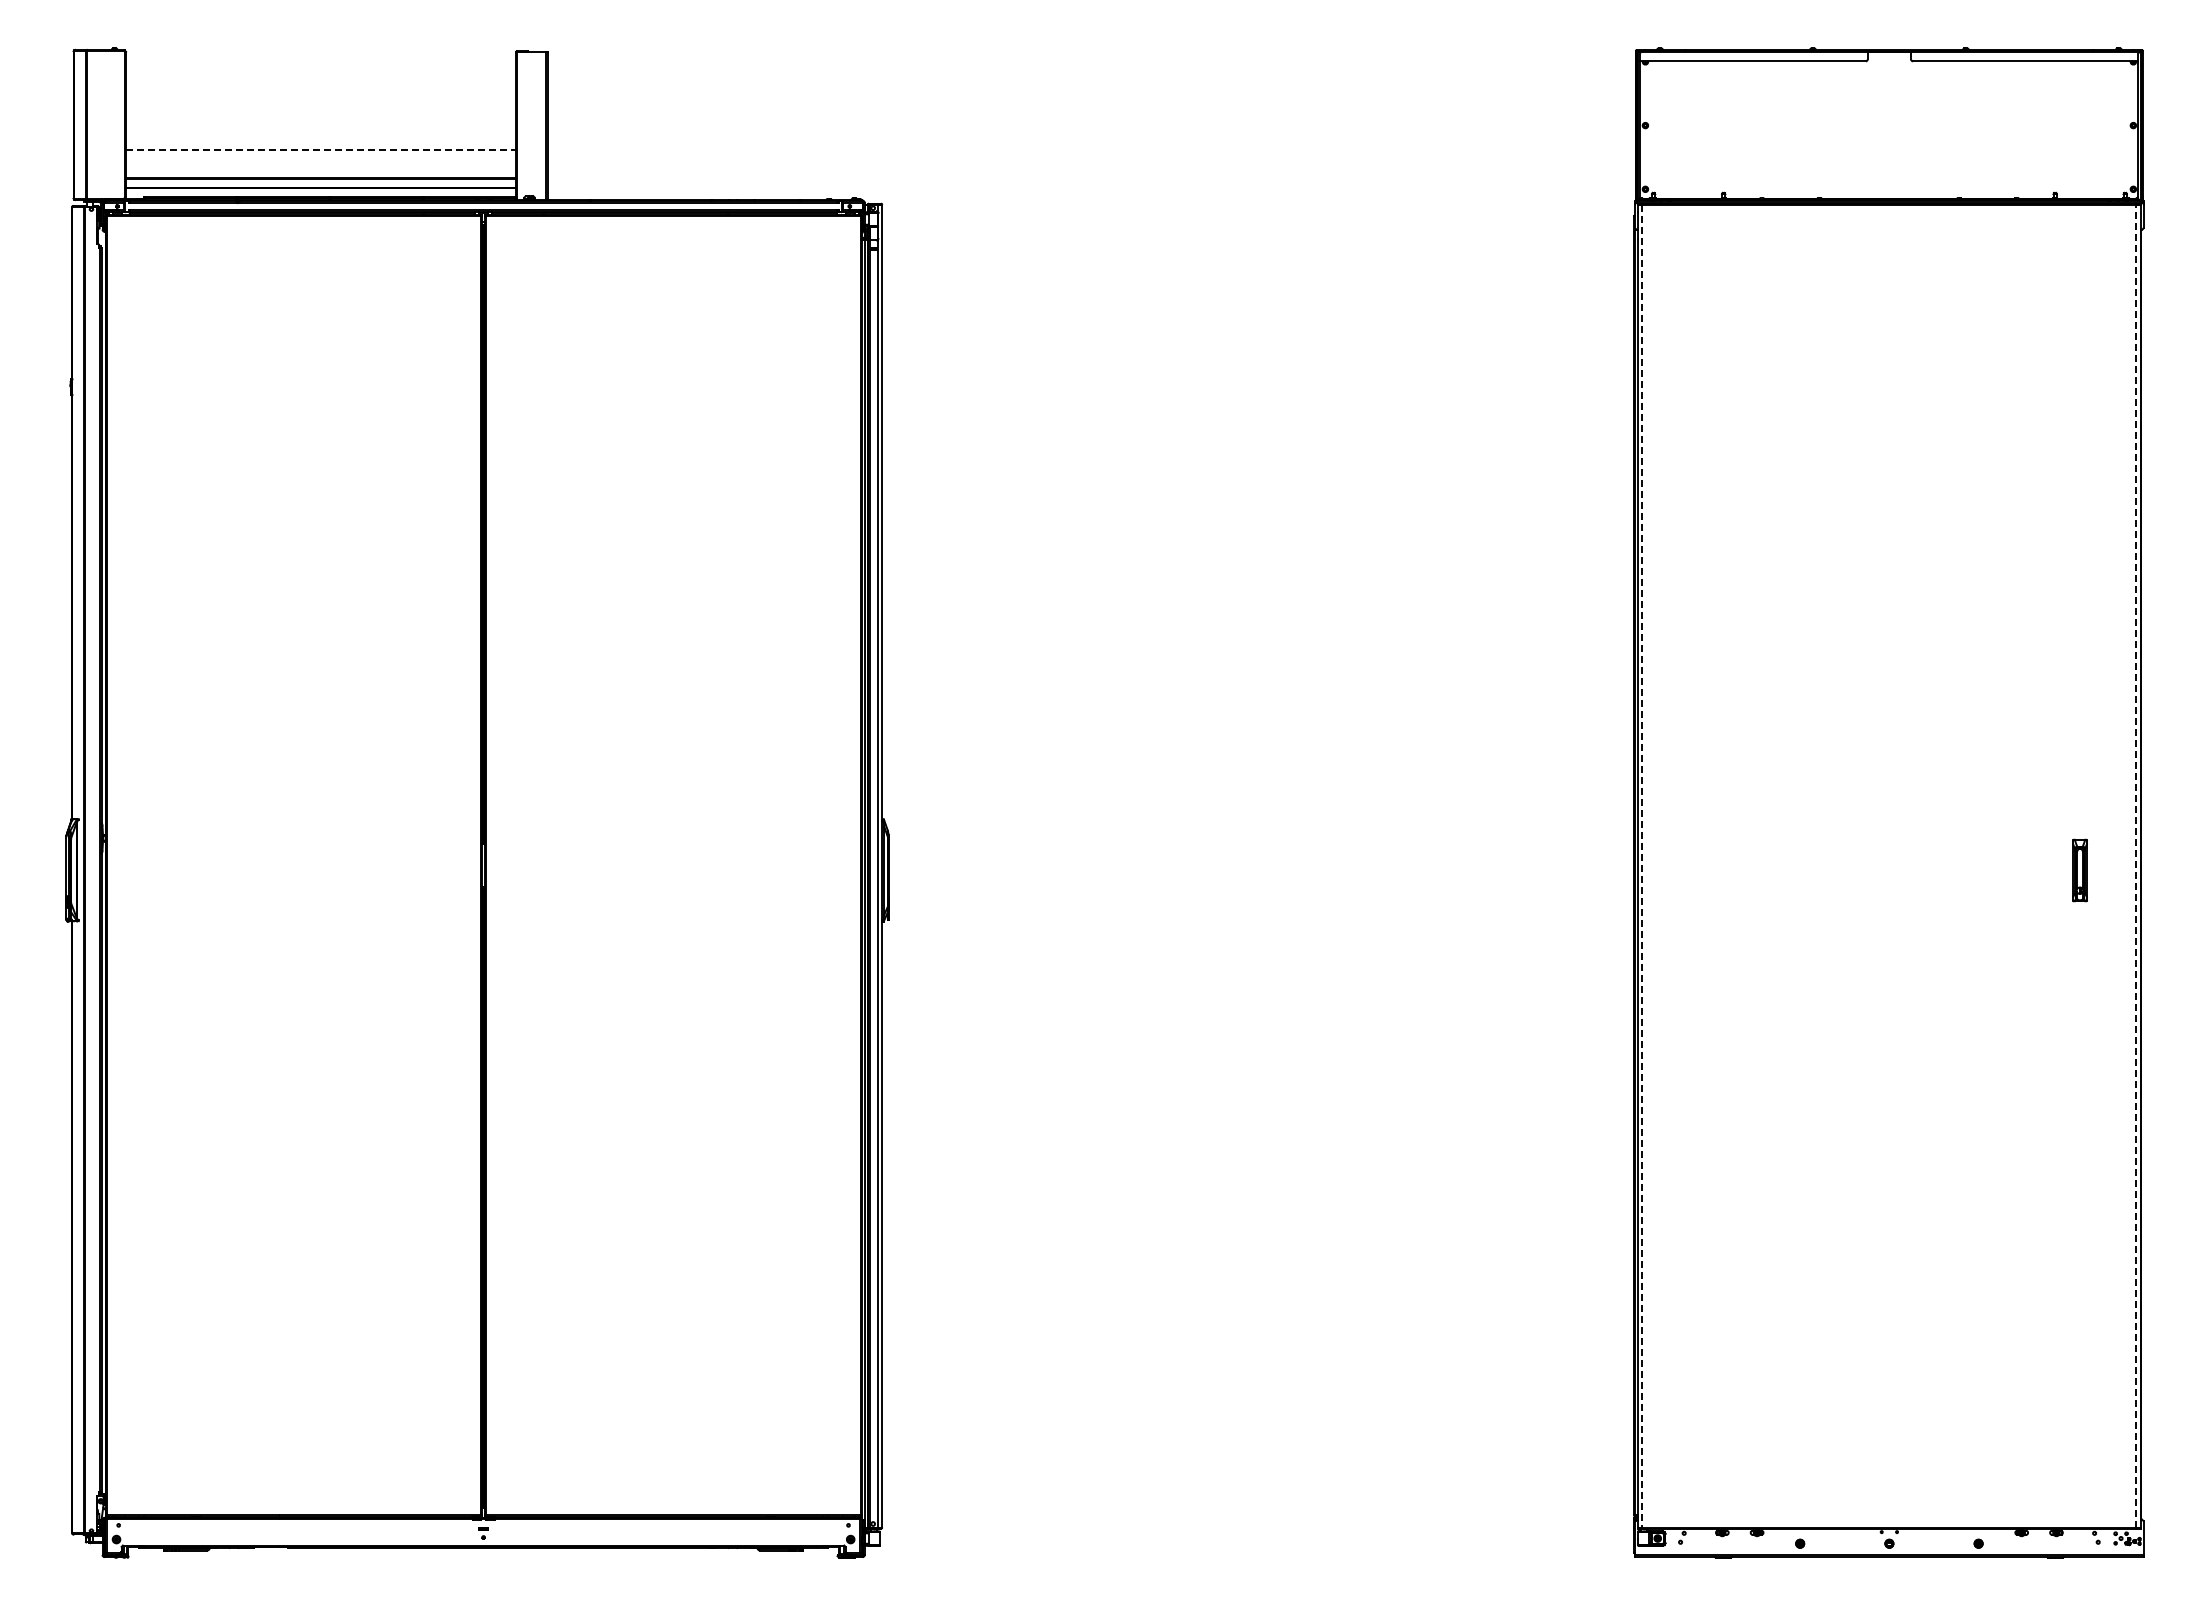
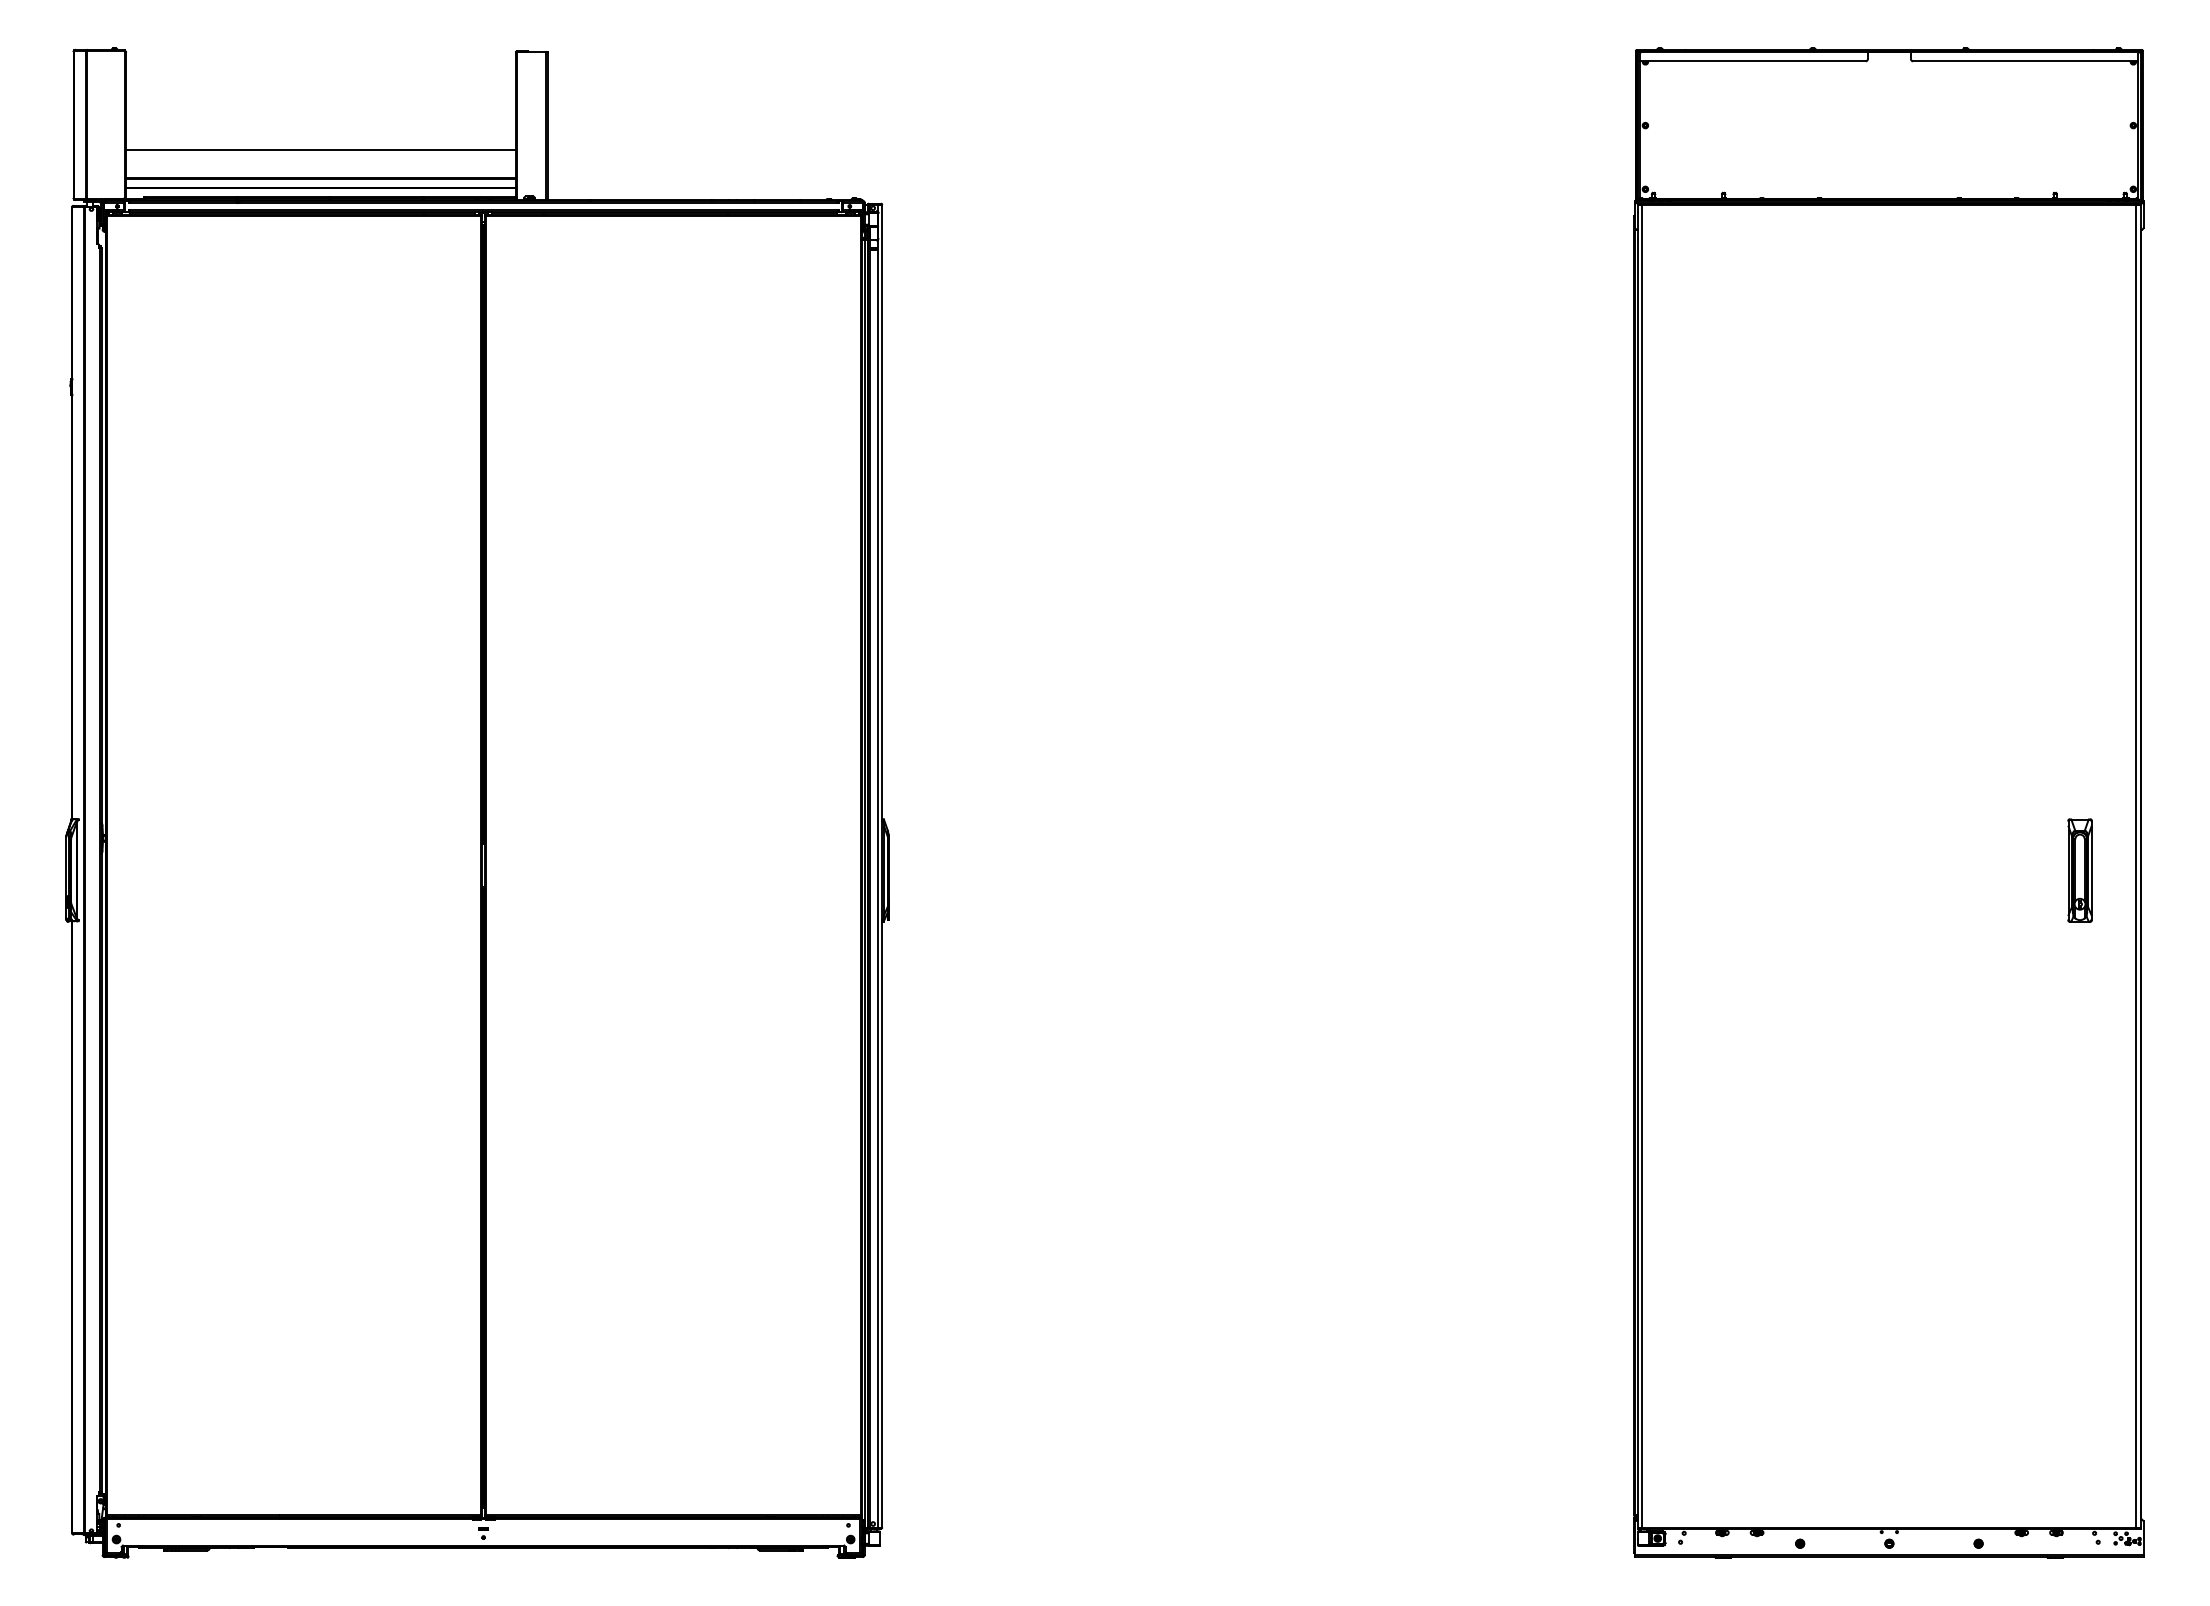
line at (321, 149): dashed -> solid
line at (2136, 865): dashed -> solid
line at (1642, 866): dashed -> solid
part at (2079, 870) size: 16x65 px -> 26x105 px
